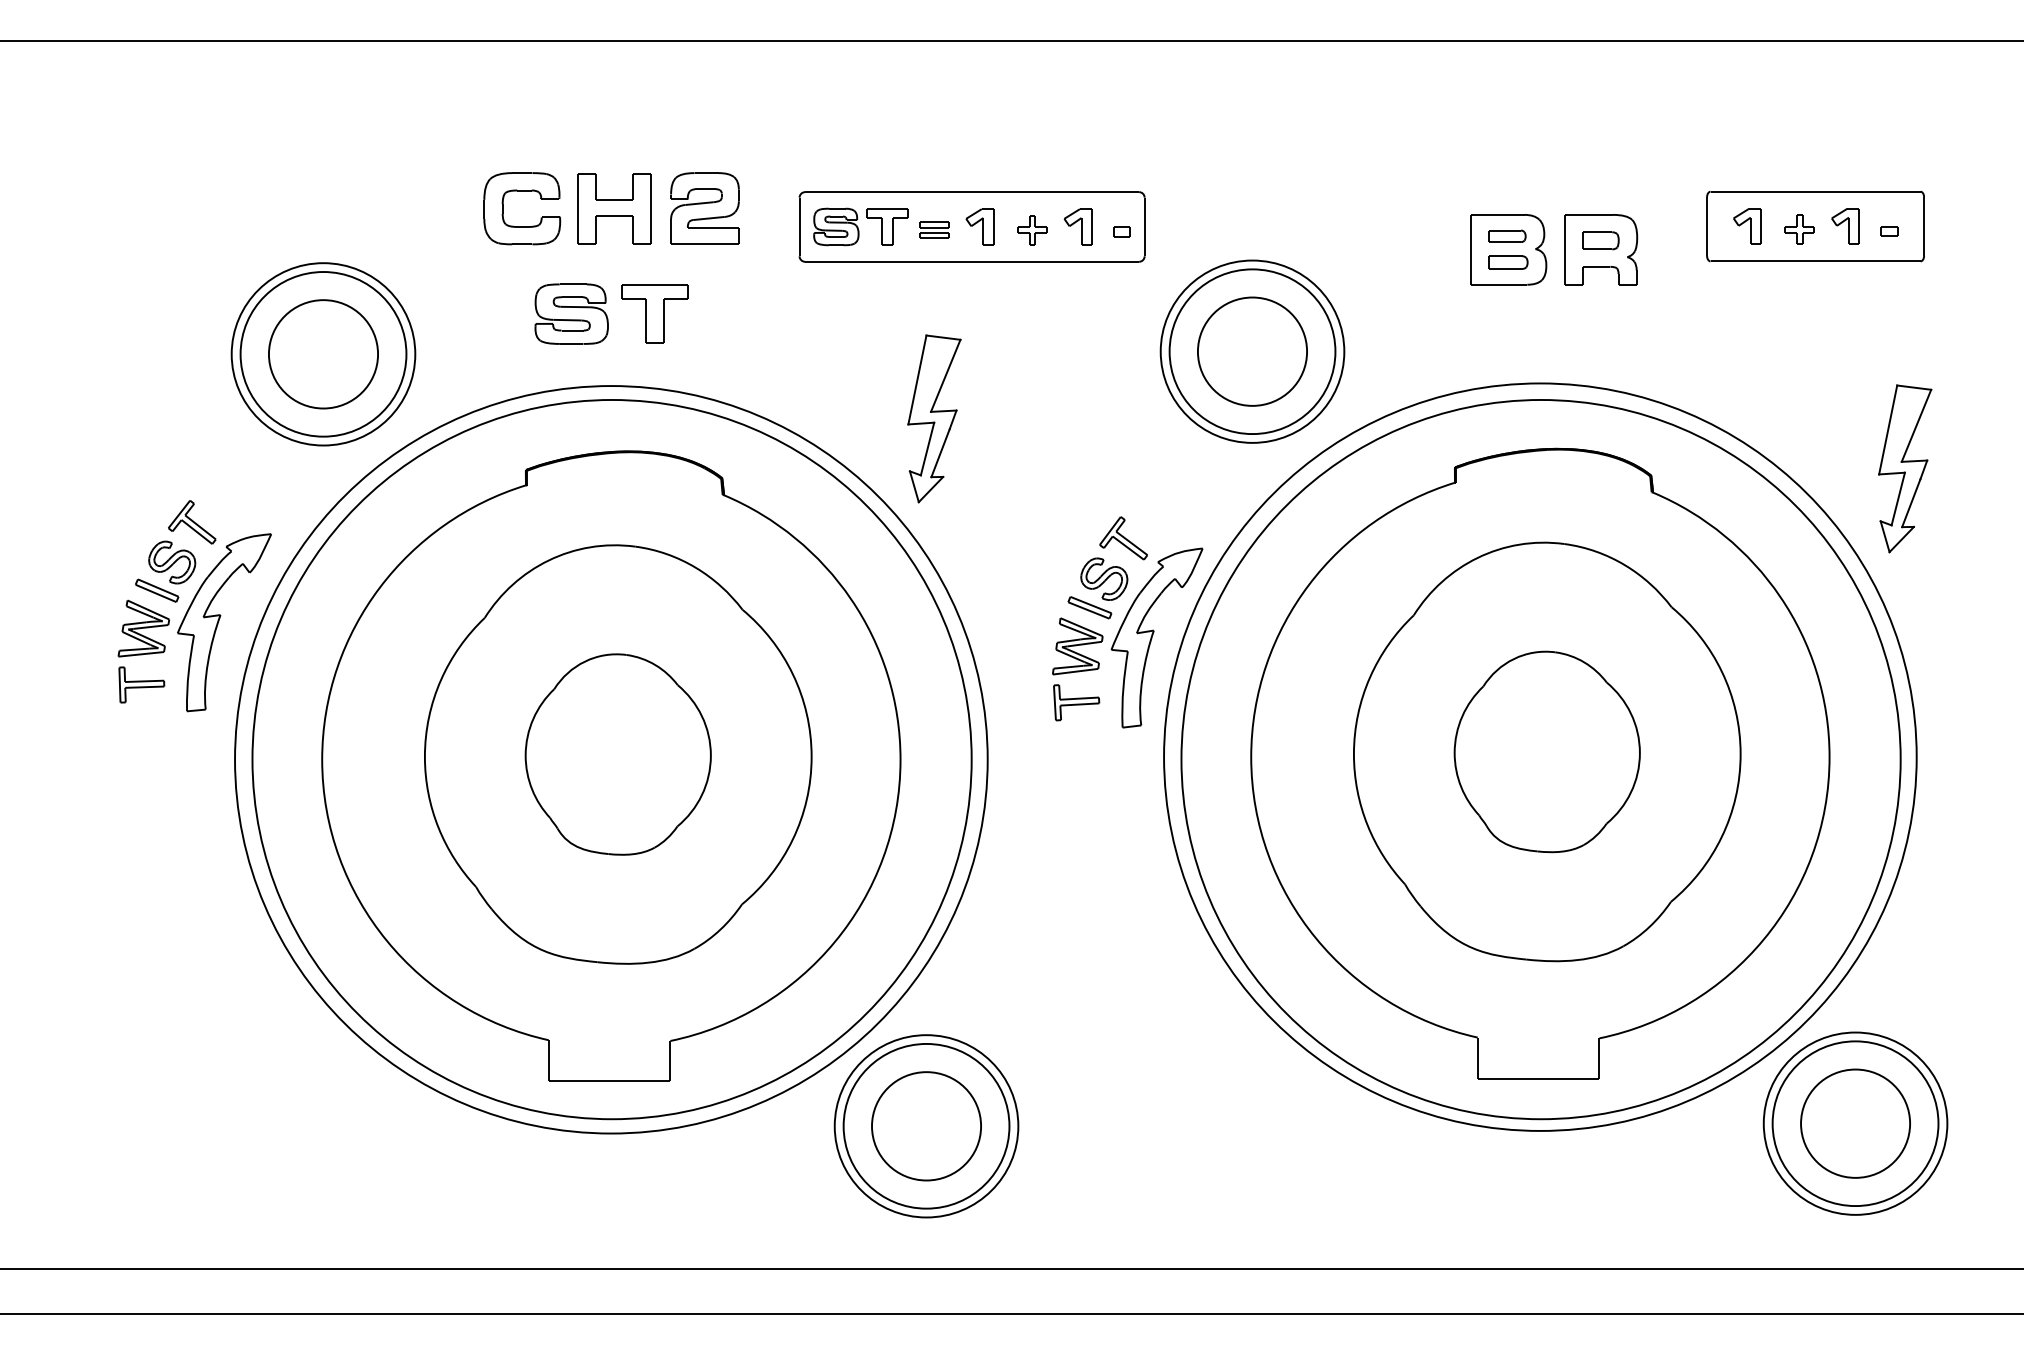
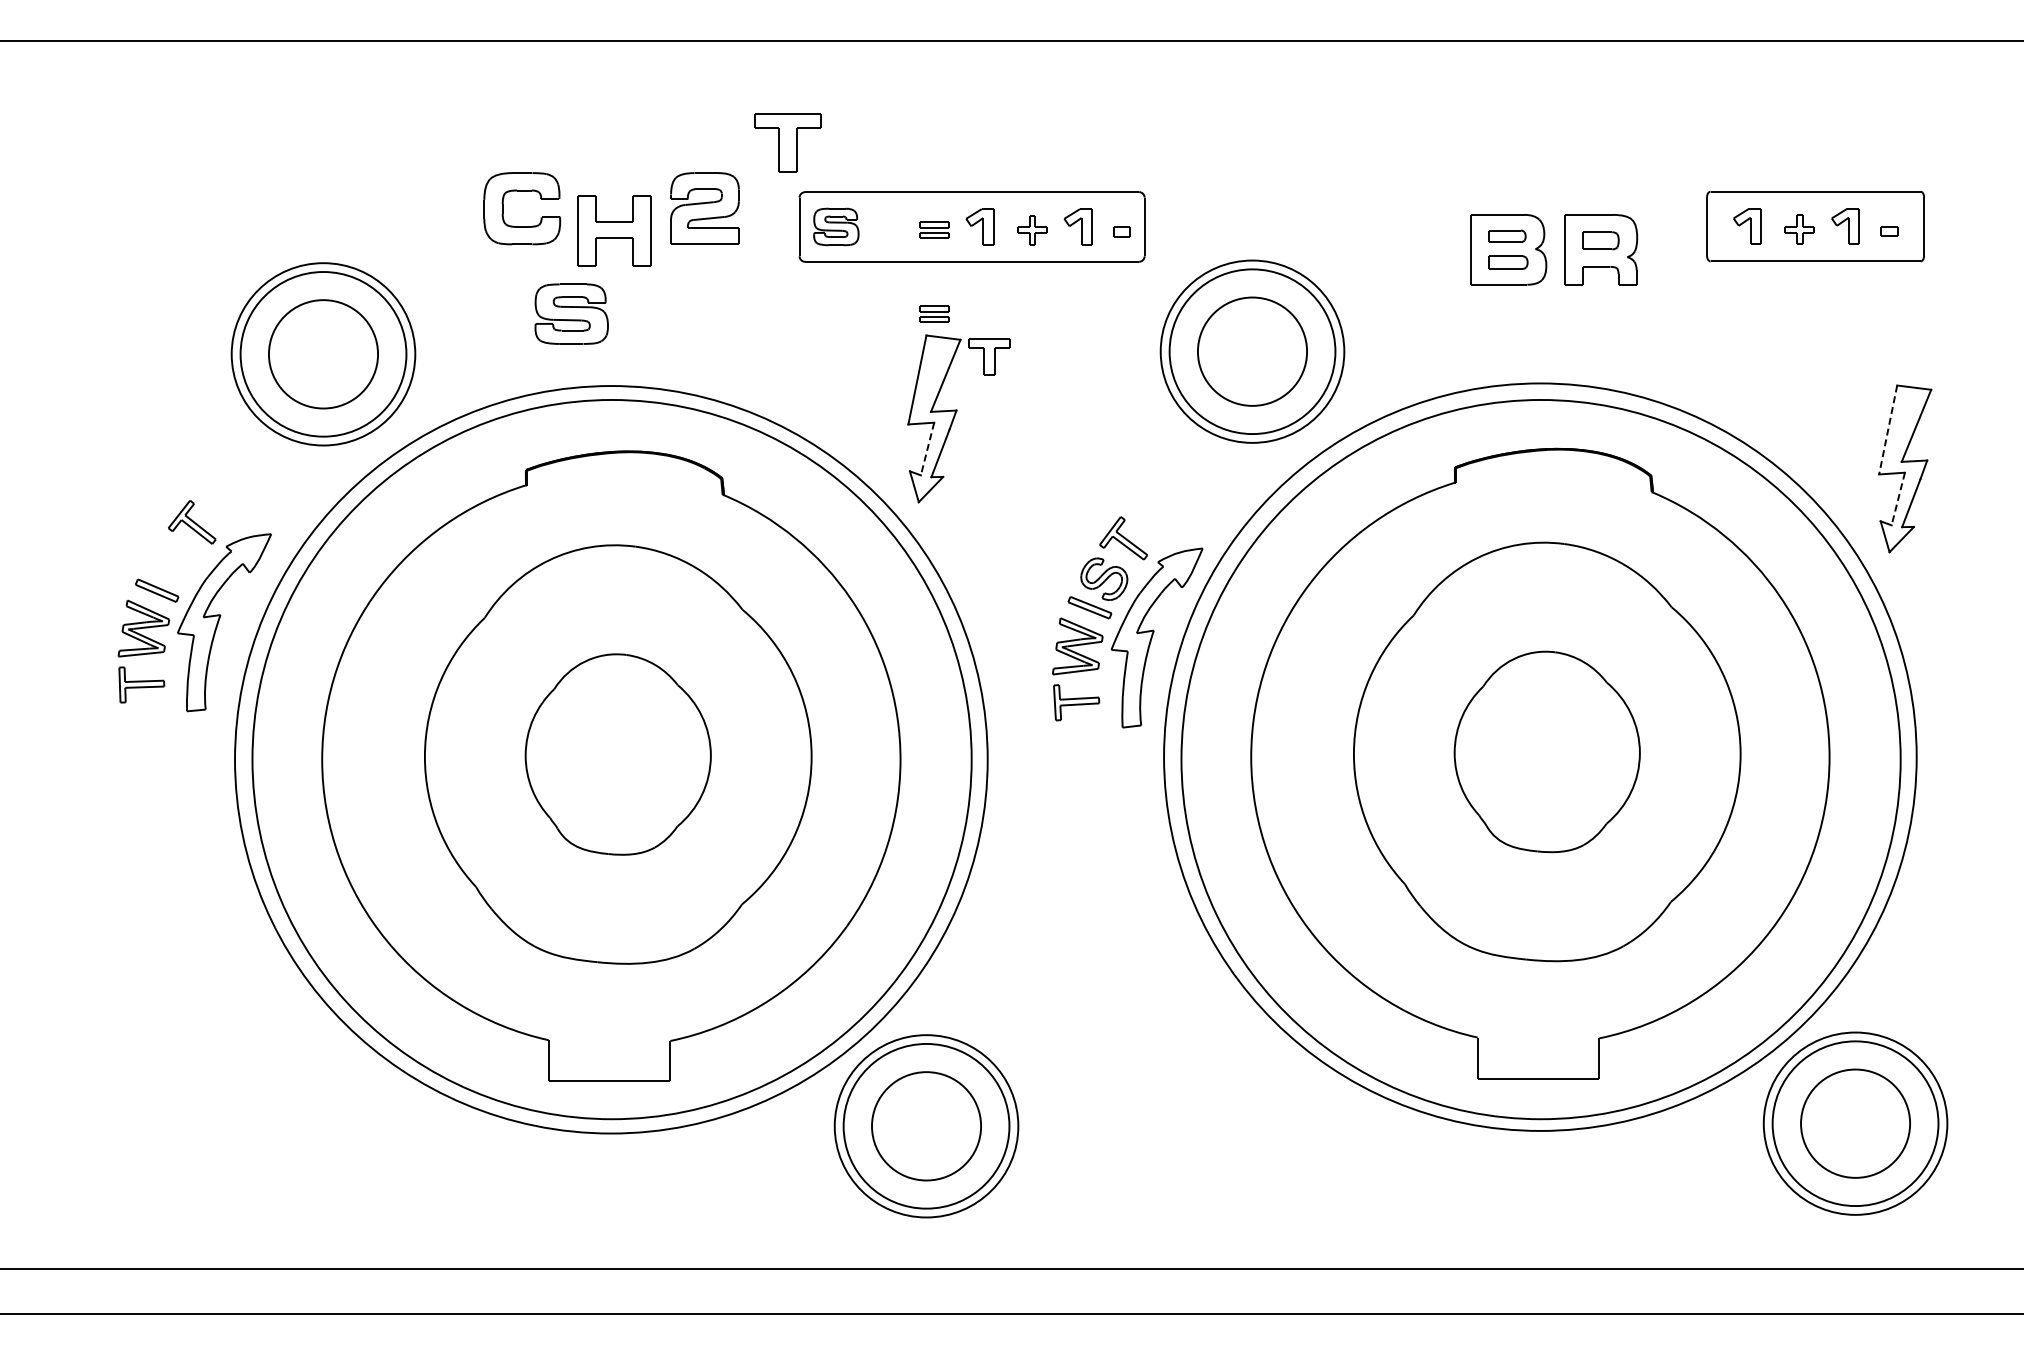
part at (614, 208) position: (614, 208) -> (614, 230)
part at (887, 226) position: (887, 226) -> (989, 356)
part at (654, 313) position: (654, 313) -> (787, 142)
part at (934, 313): none -> present
line at (1888, 430): solid -> dashed
line at (927, 449): solid -> dashed
line at (1898, 499): solid -> dashed
part at (172, 562): present -> none
